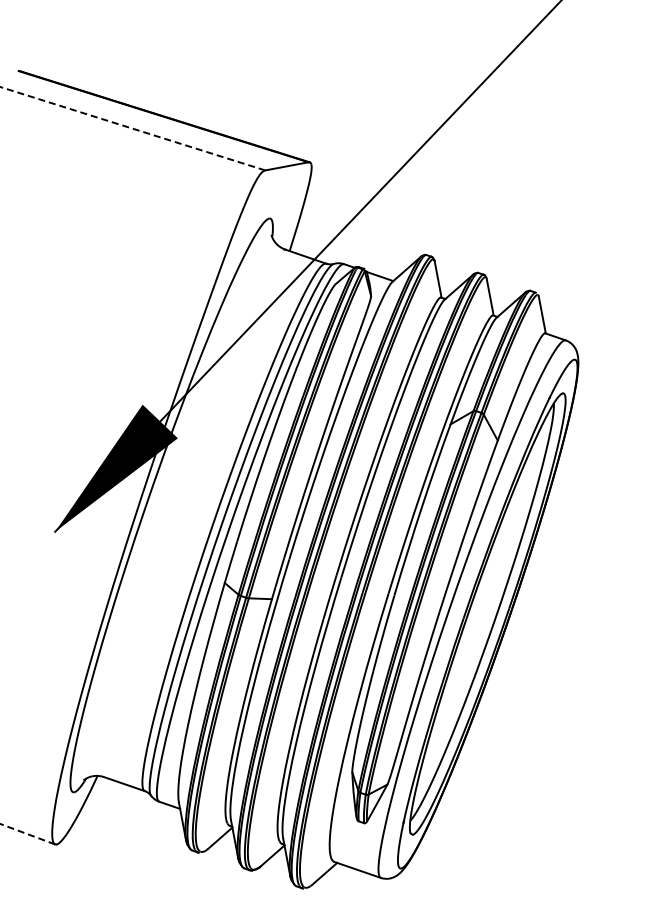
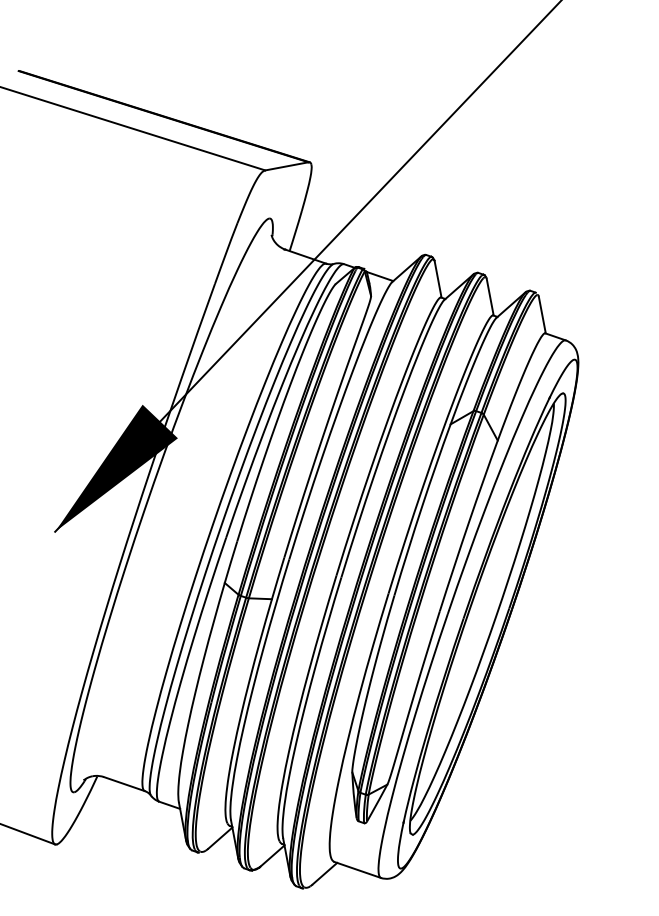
line at (132, 128): dashed -> solid
line at (28, 834): dashed -> solid
